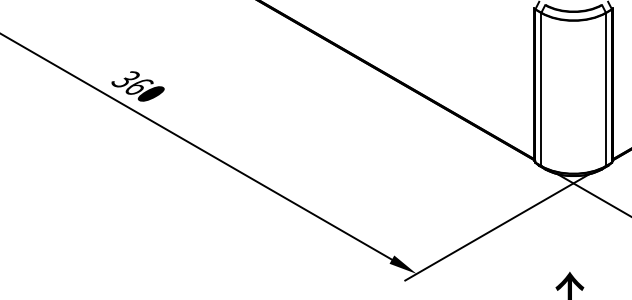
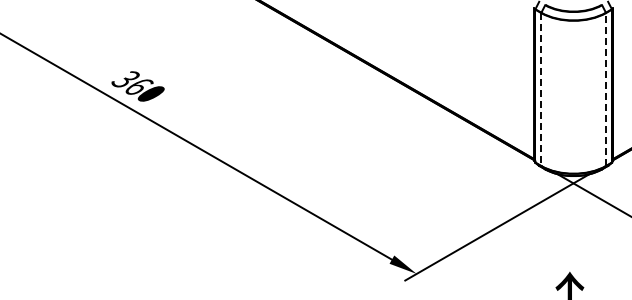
line at (606, 89): solid -> dashed
line at (541, 90): solid -> dashed
